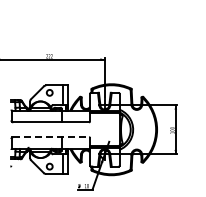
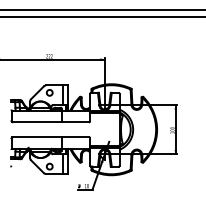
line at (102, 9): none -> present
line at (102, 17): none -> present
line at (51, 137): dashed -> solid
